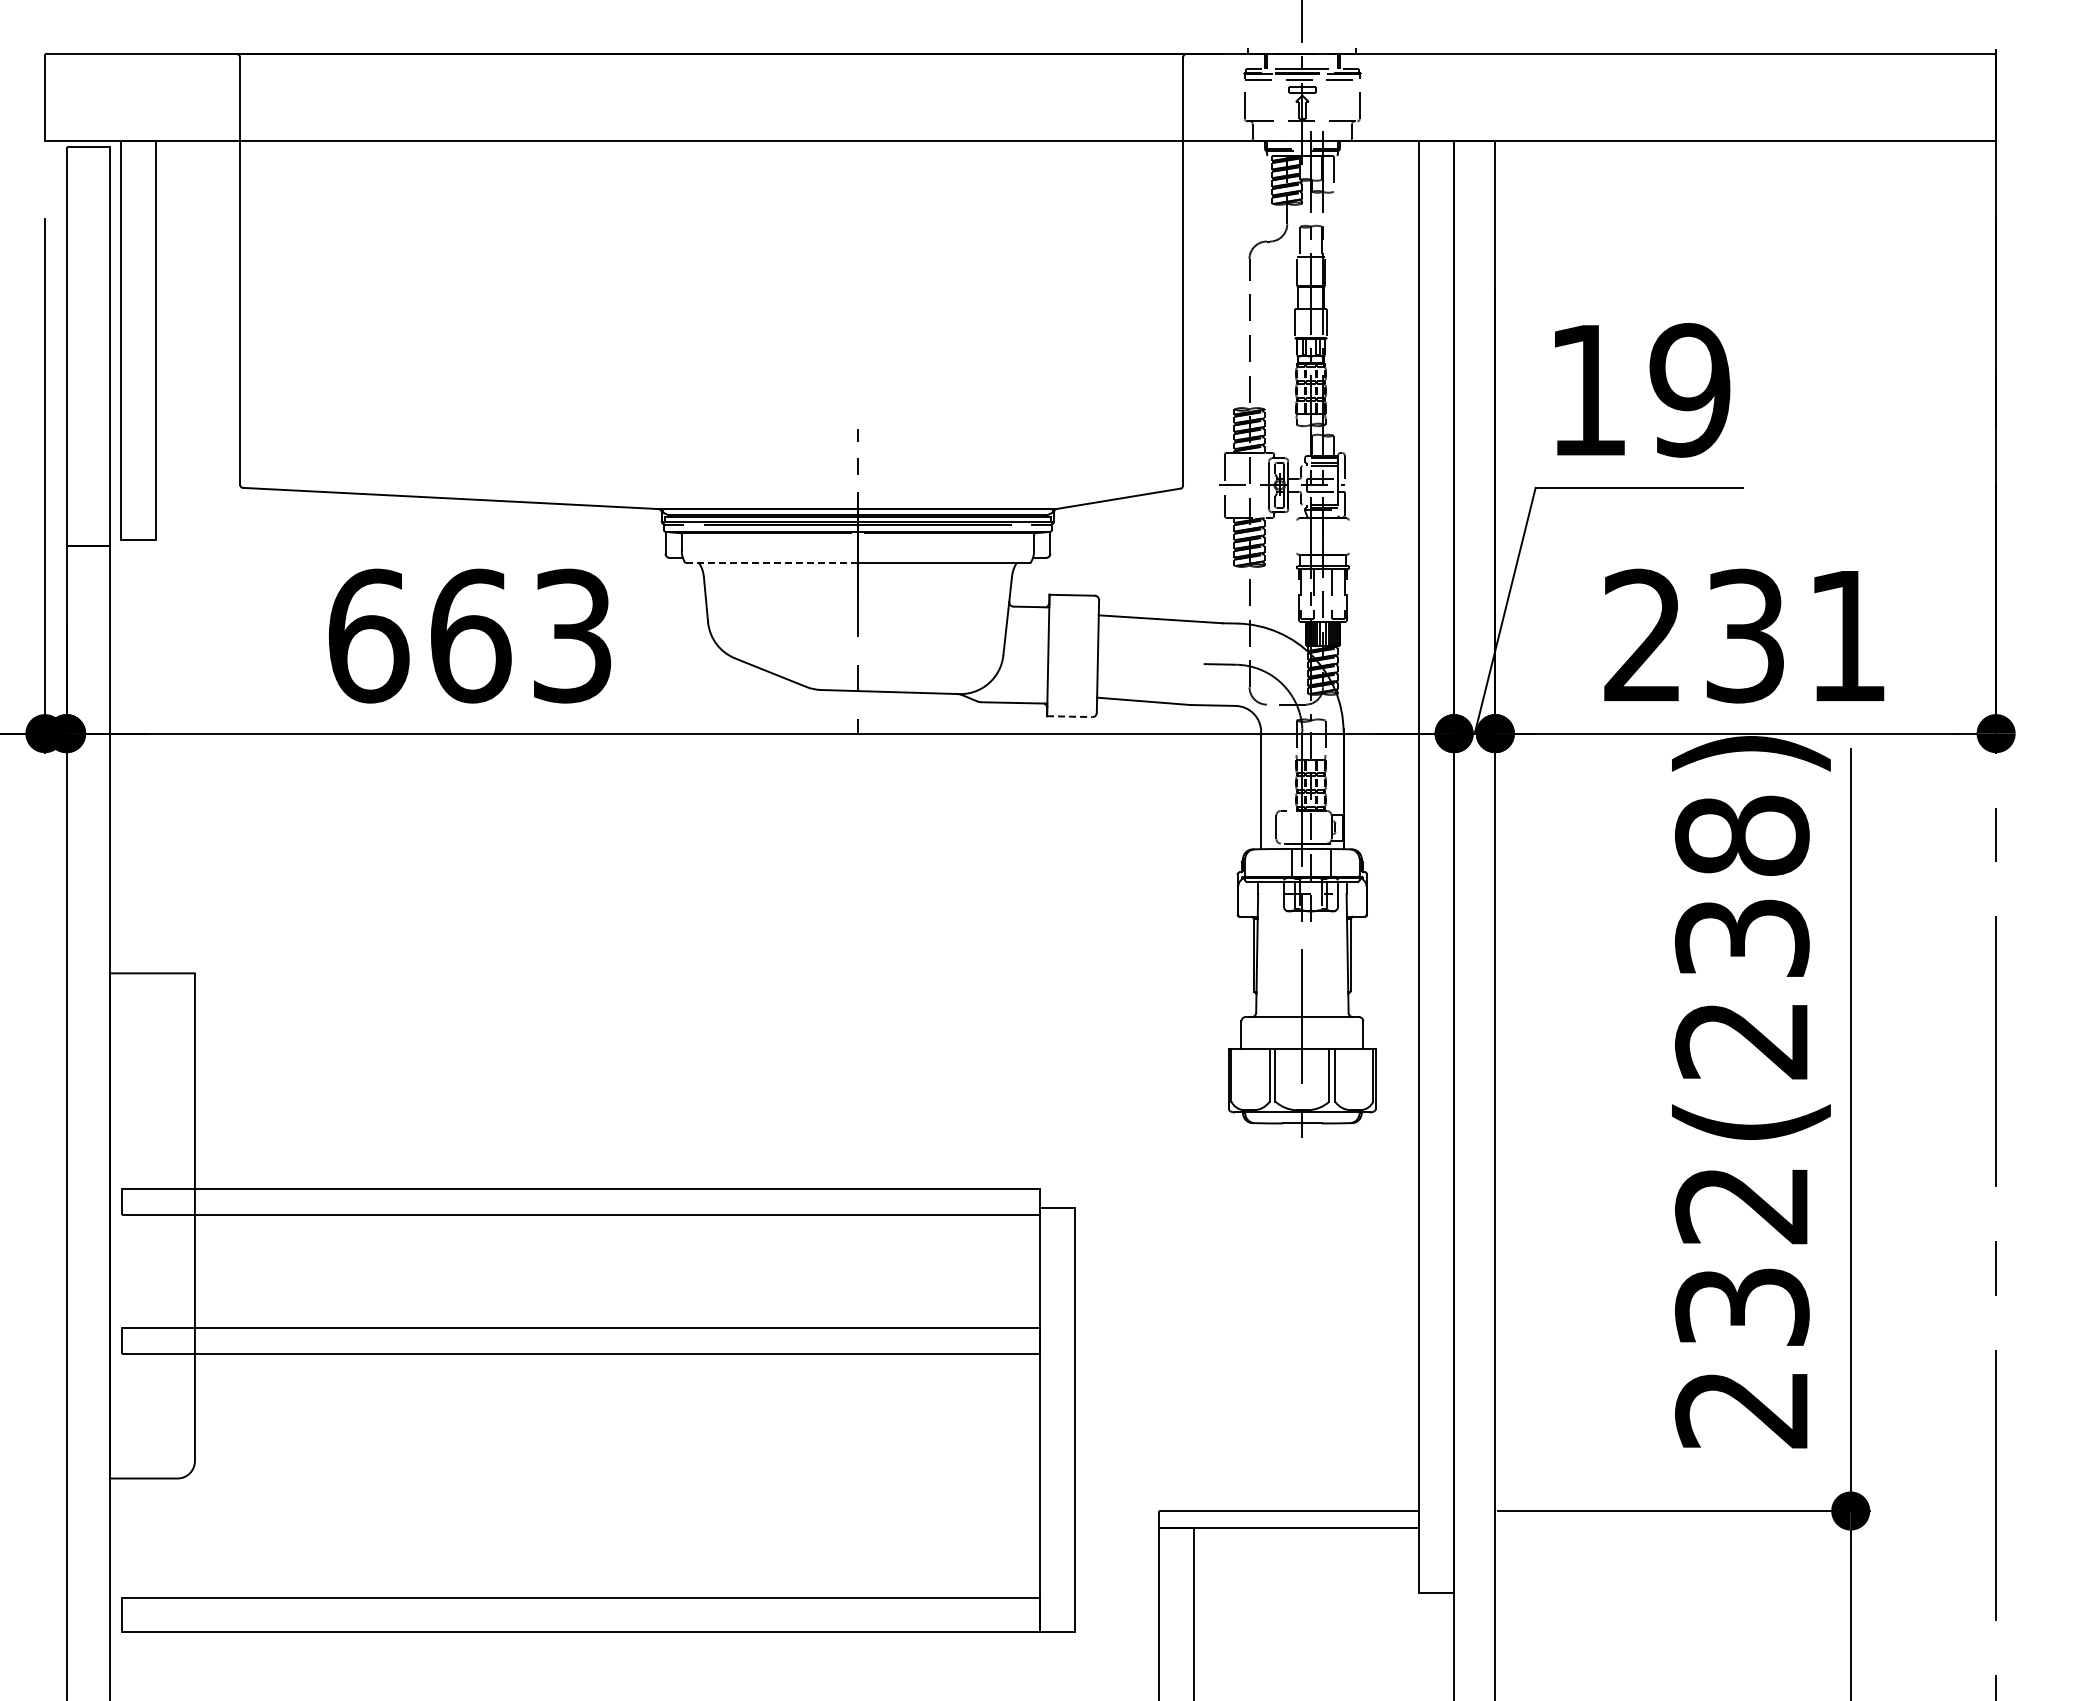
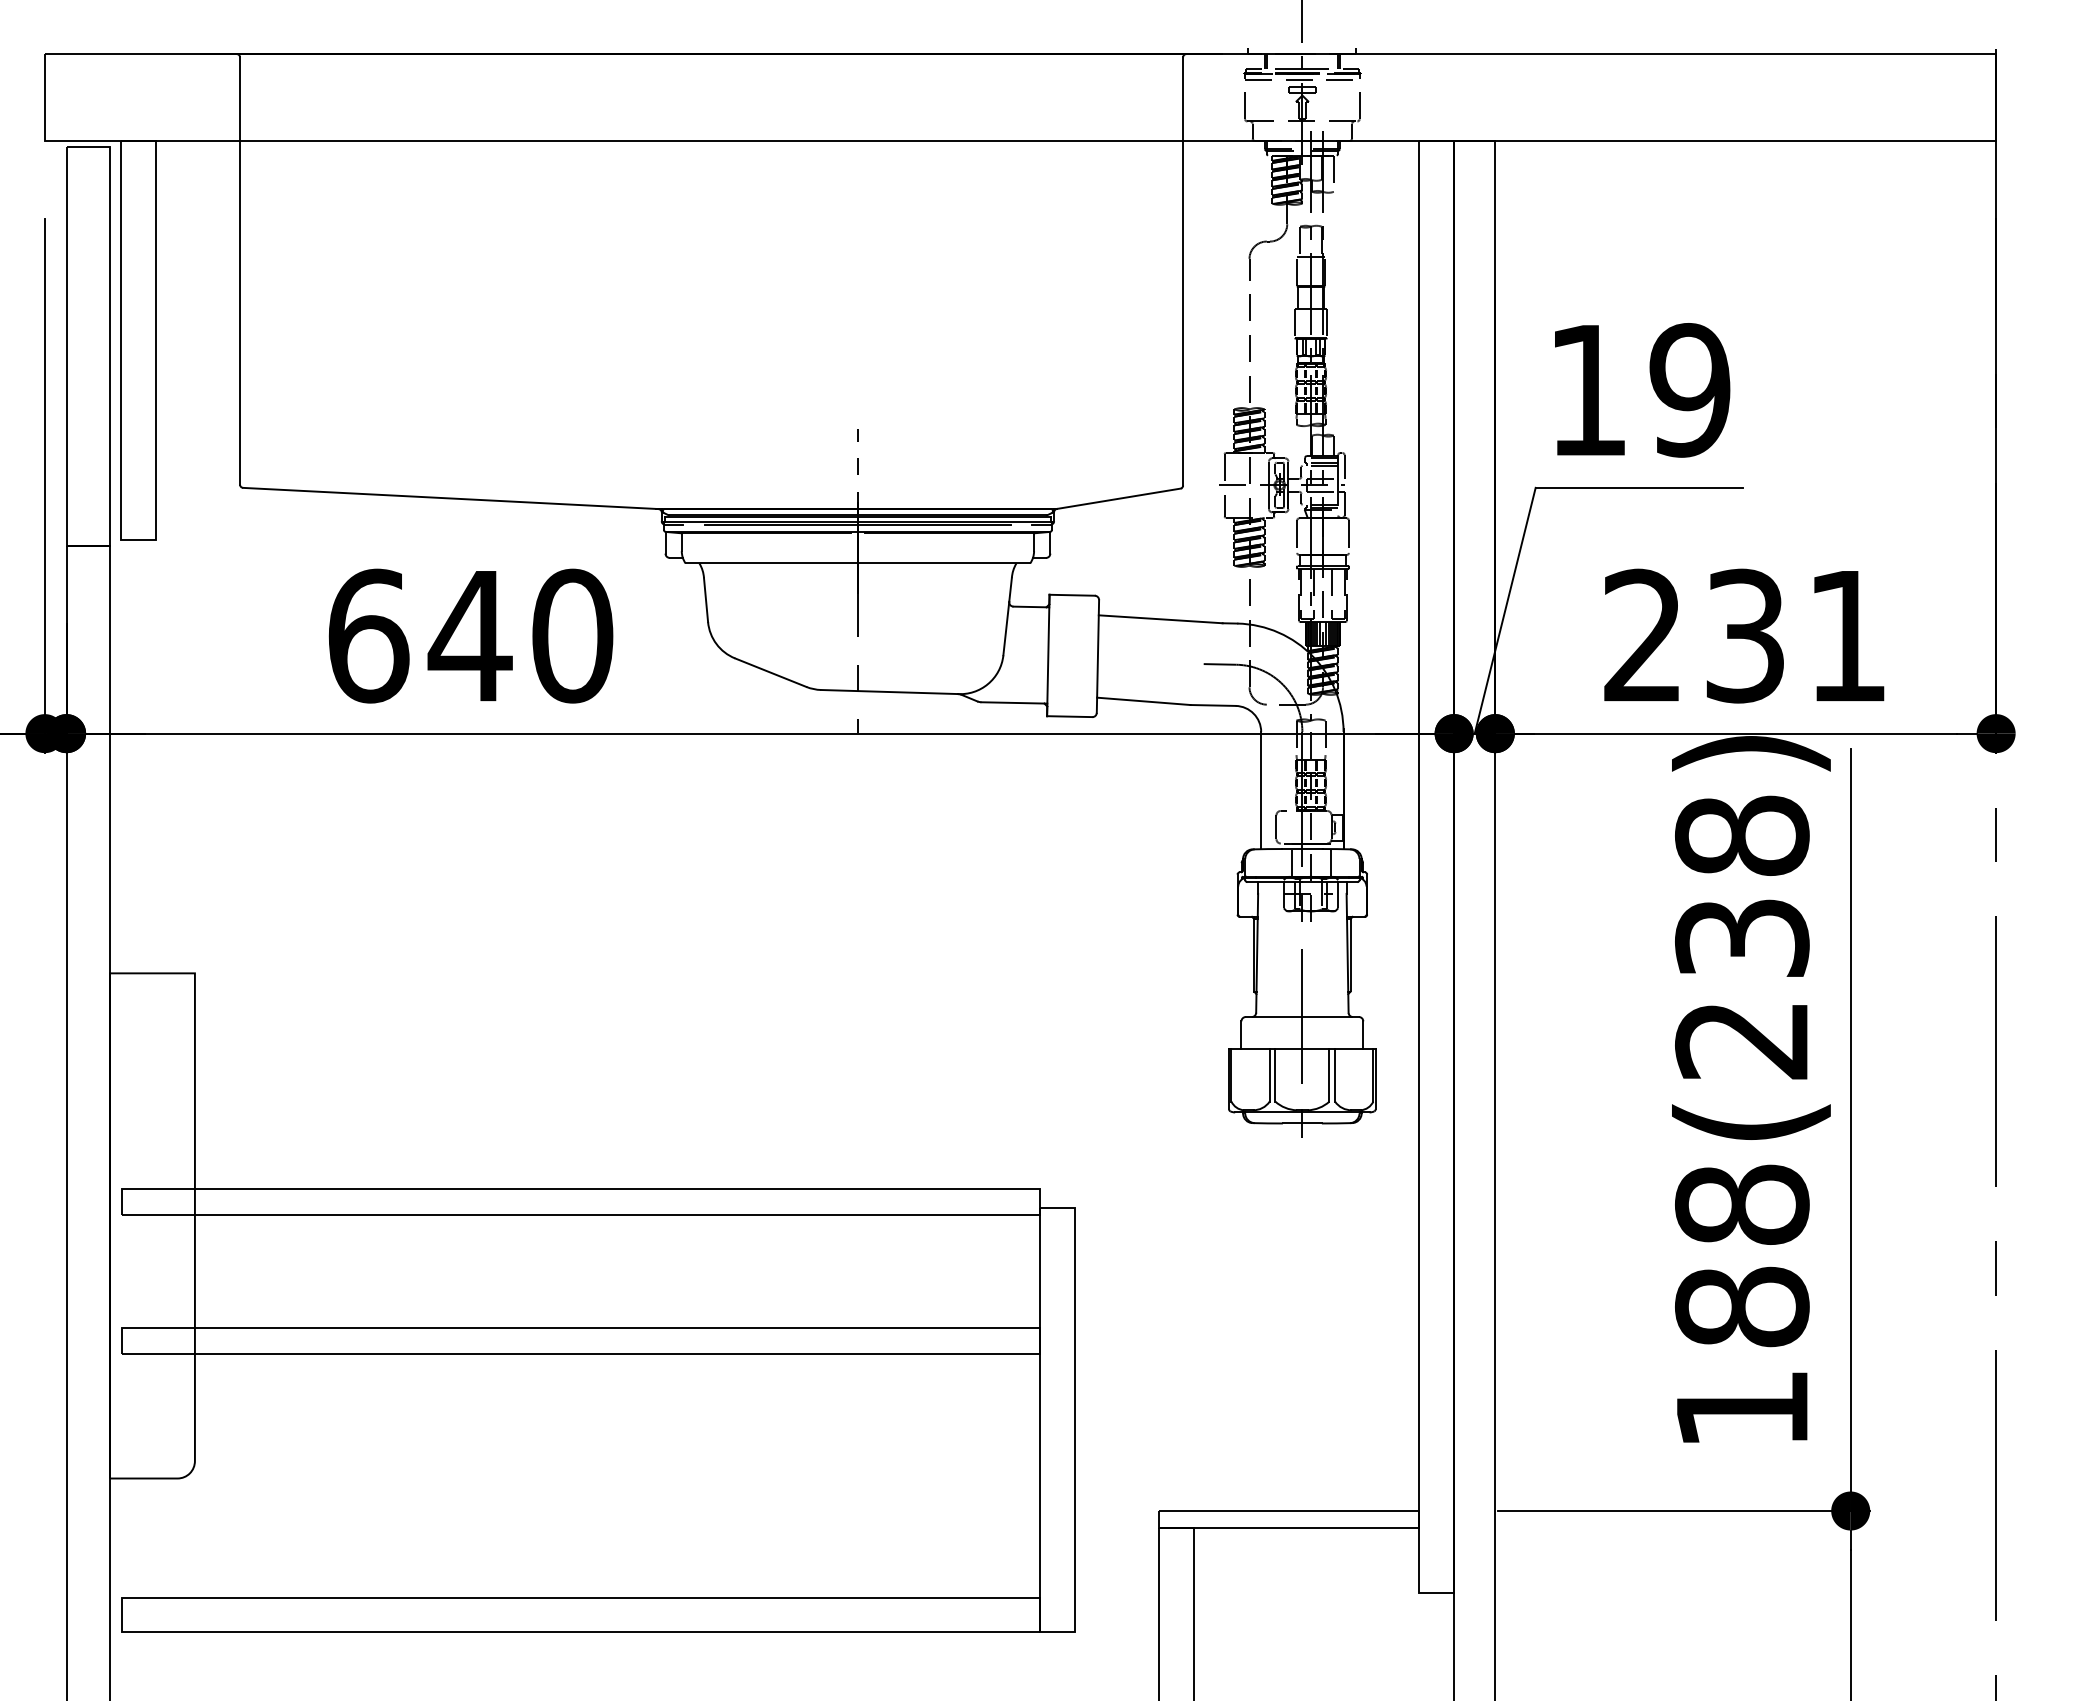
line at (1297, 536): none -> present
line at (1348, 536): none -> present
line at (771, 563): dashed -> solid
text at (520, 635): 663 -> 640
line at (1069, 716): dashed -> solid
text at (1742, 1306): 232(238) -> 188(238)
